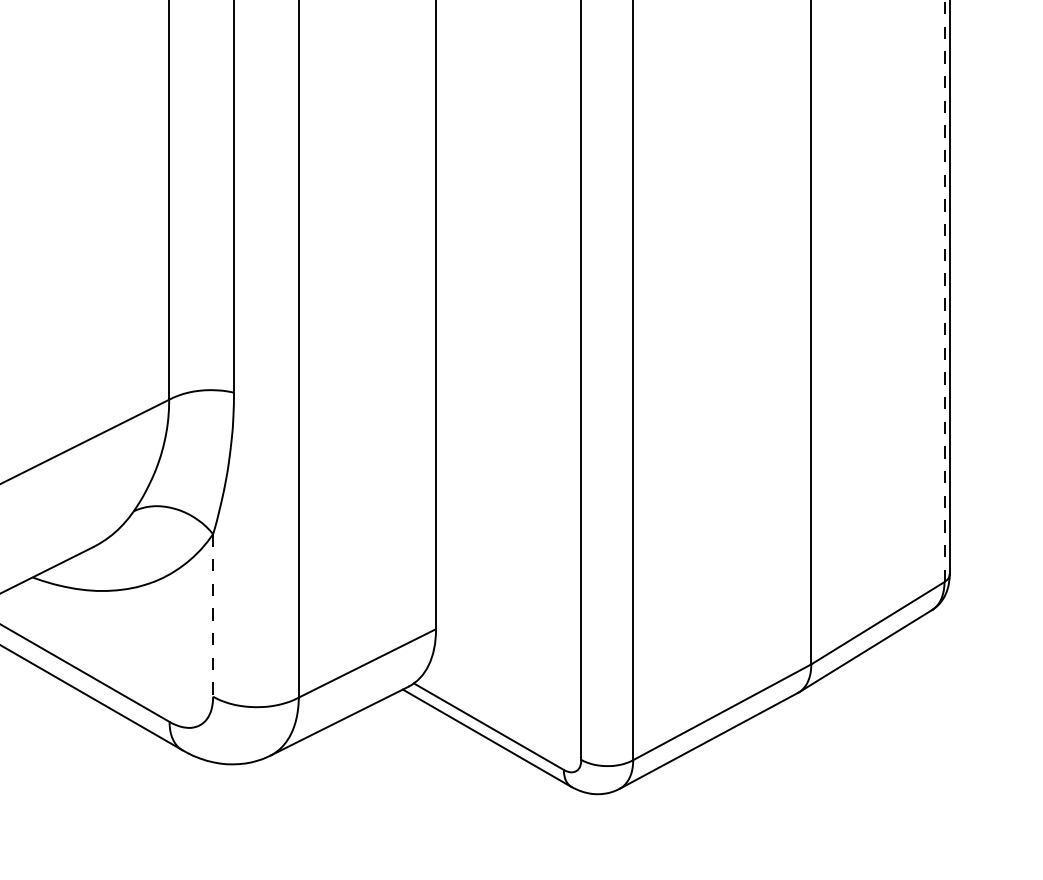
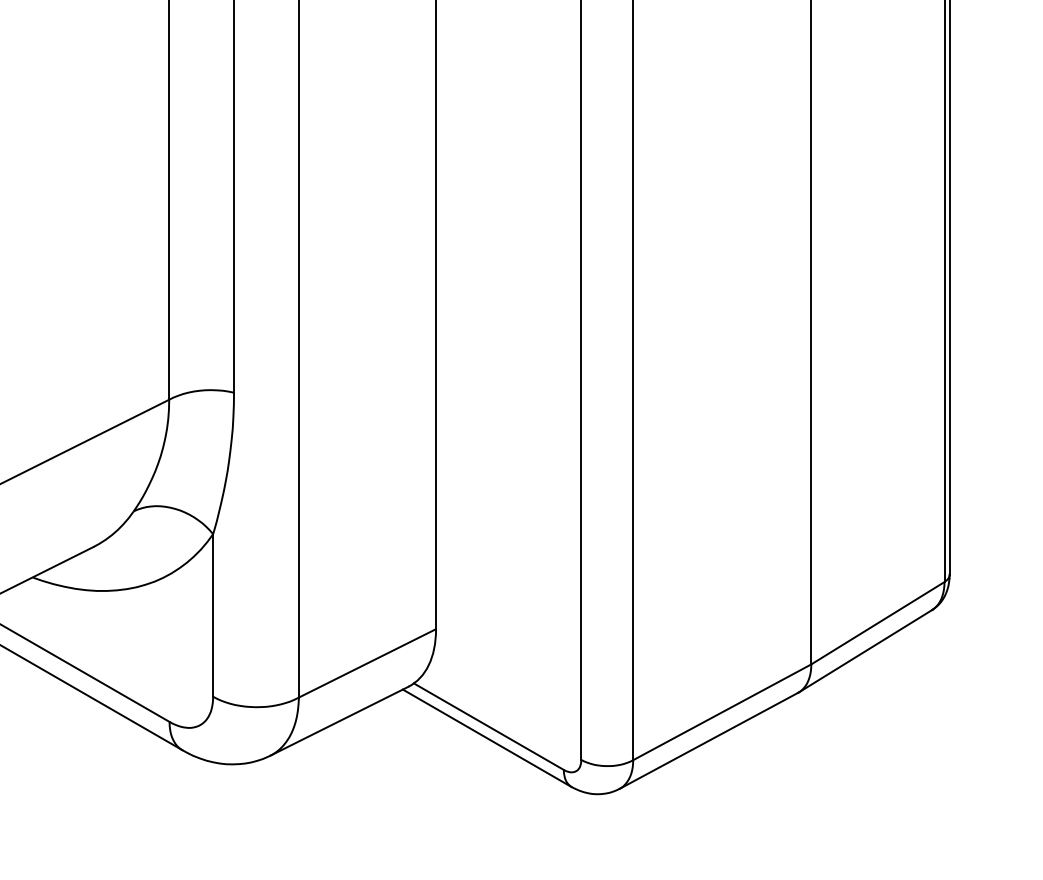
line at (944, 291): dashed -> solid
line at (213, 615): dashed -> solid
